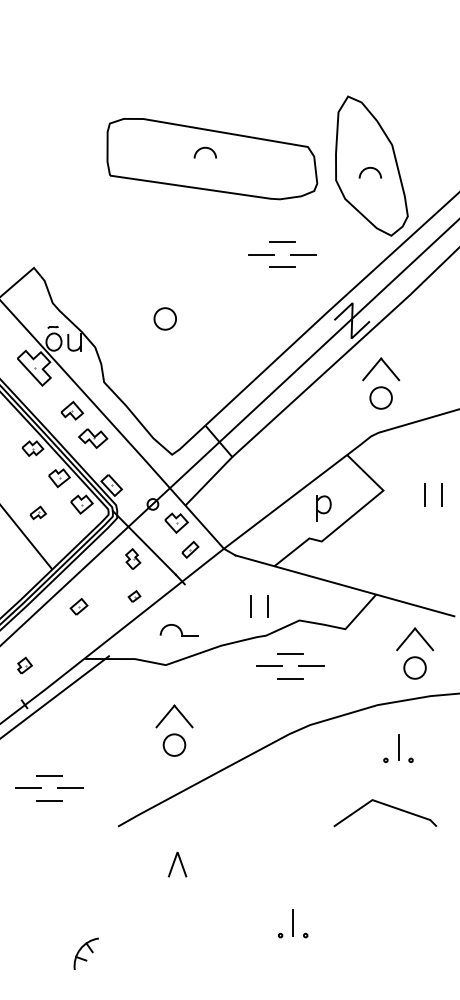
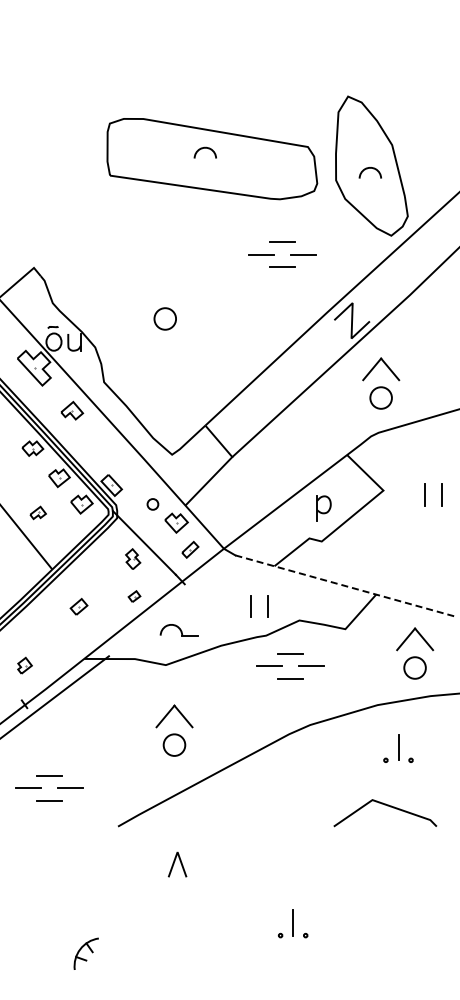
line at (229, 432): present -> none
part at (93, 438): present -> none
line at (344, 585): solid -> dashed
